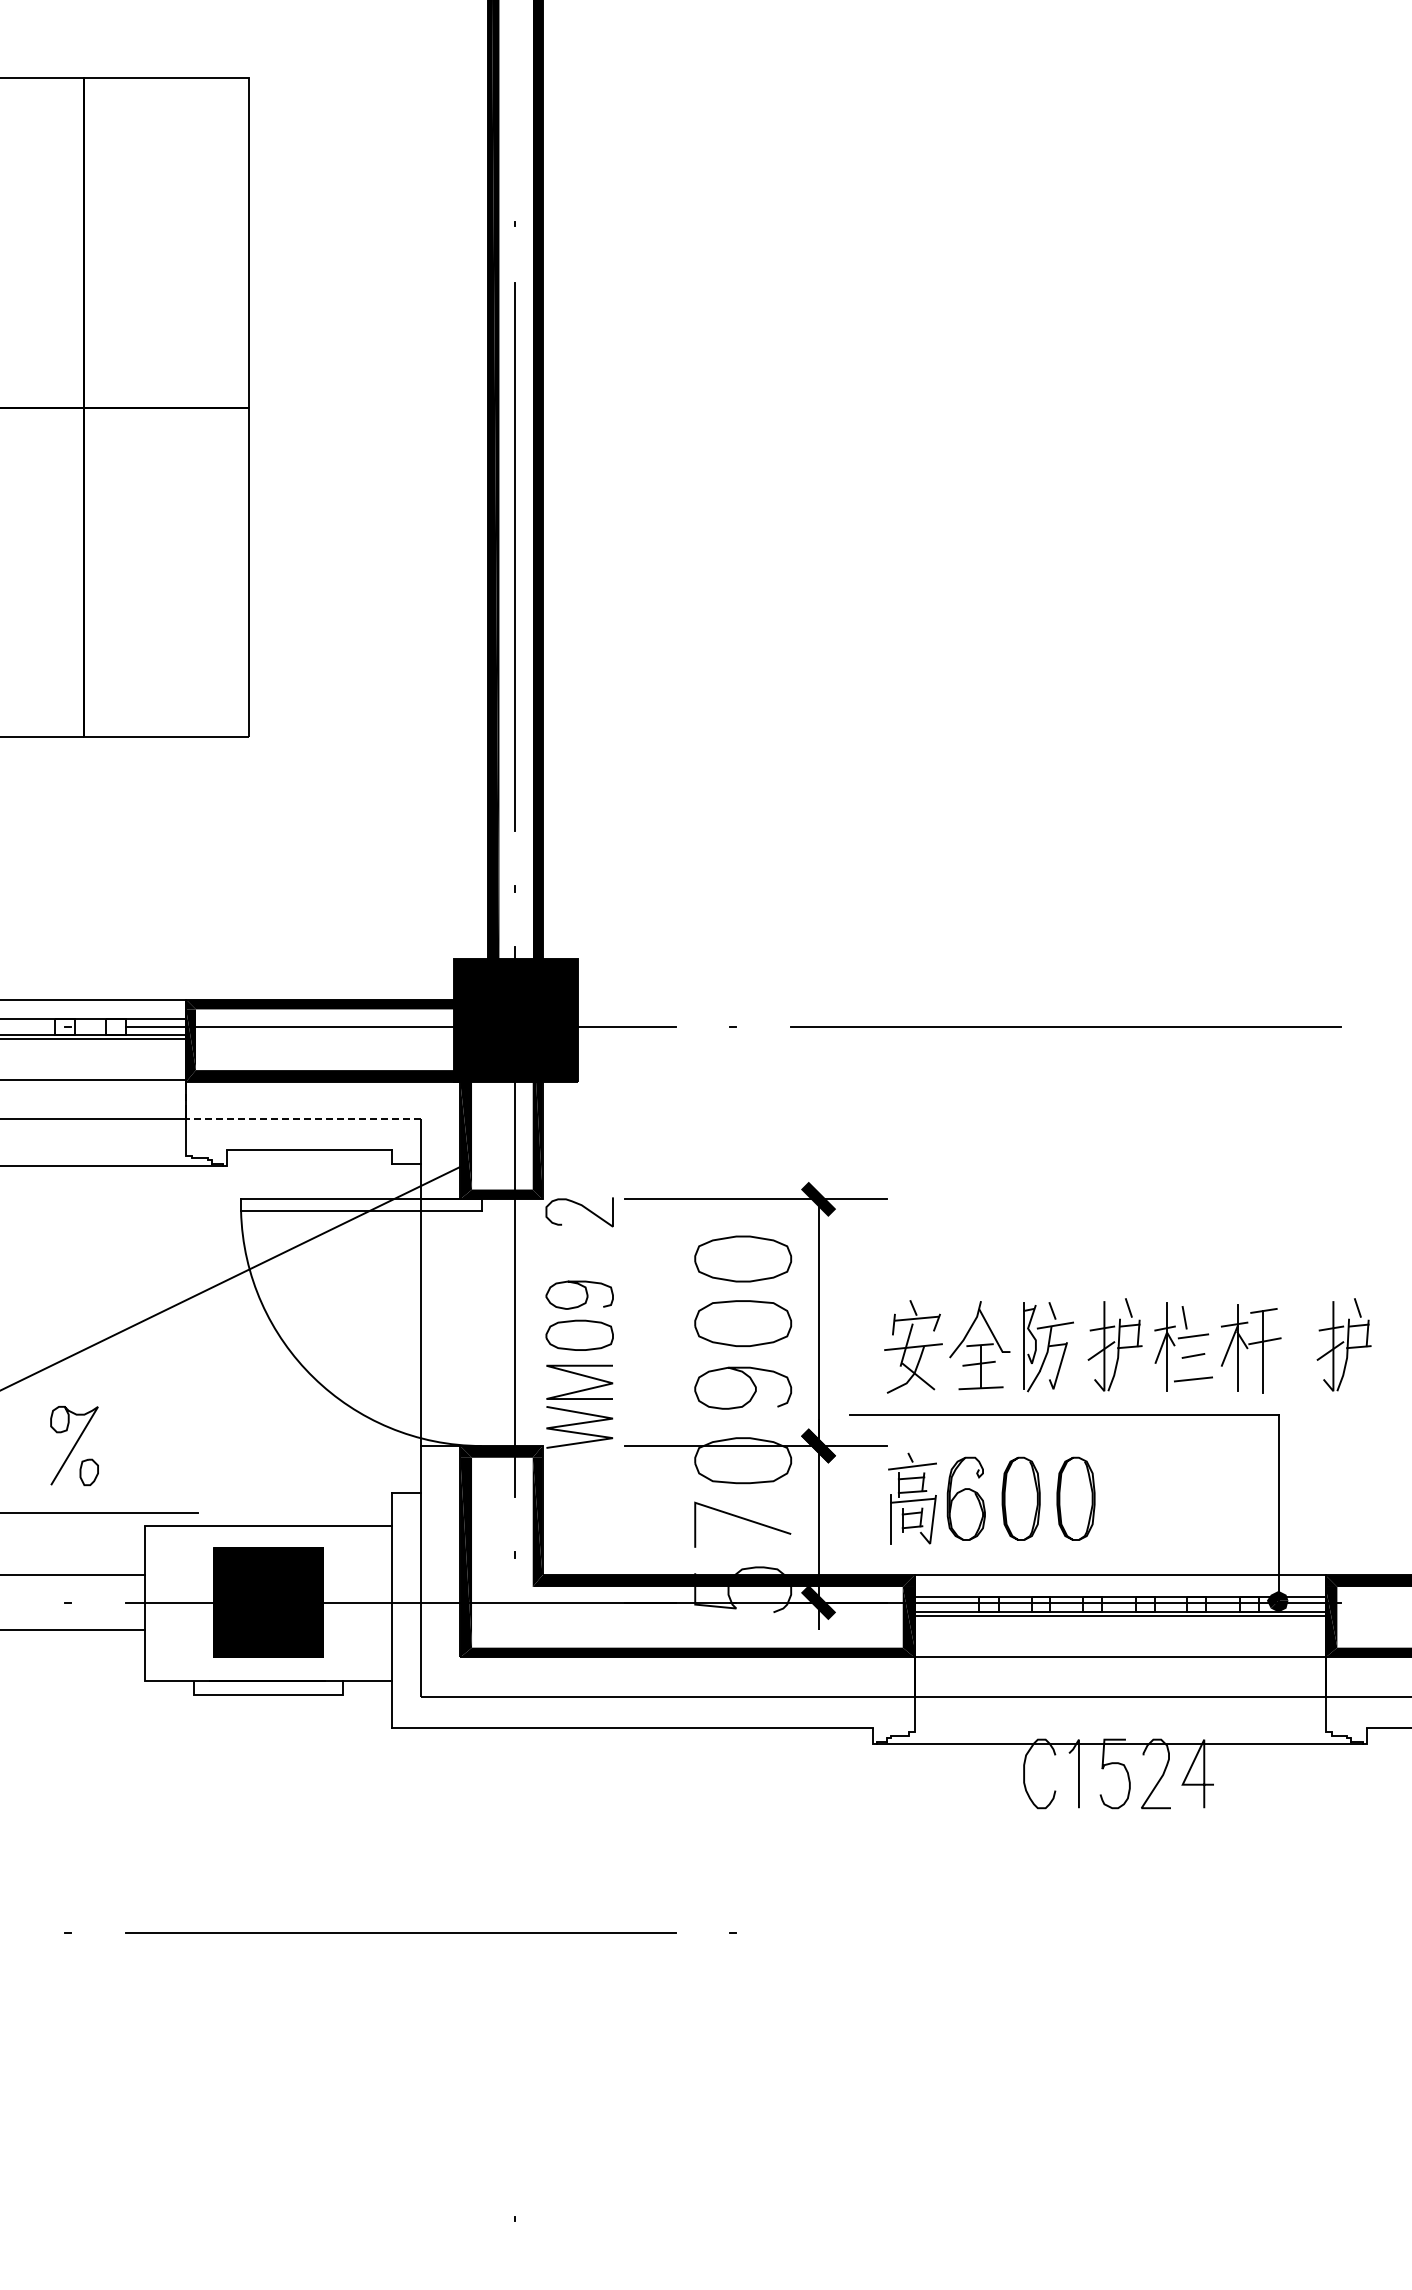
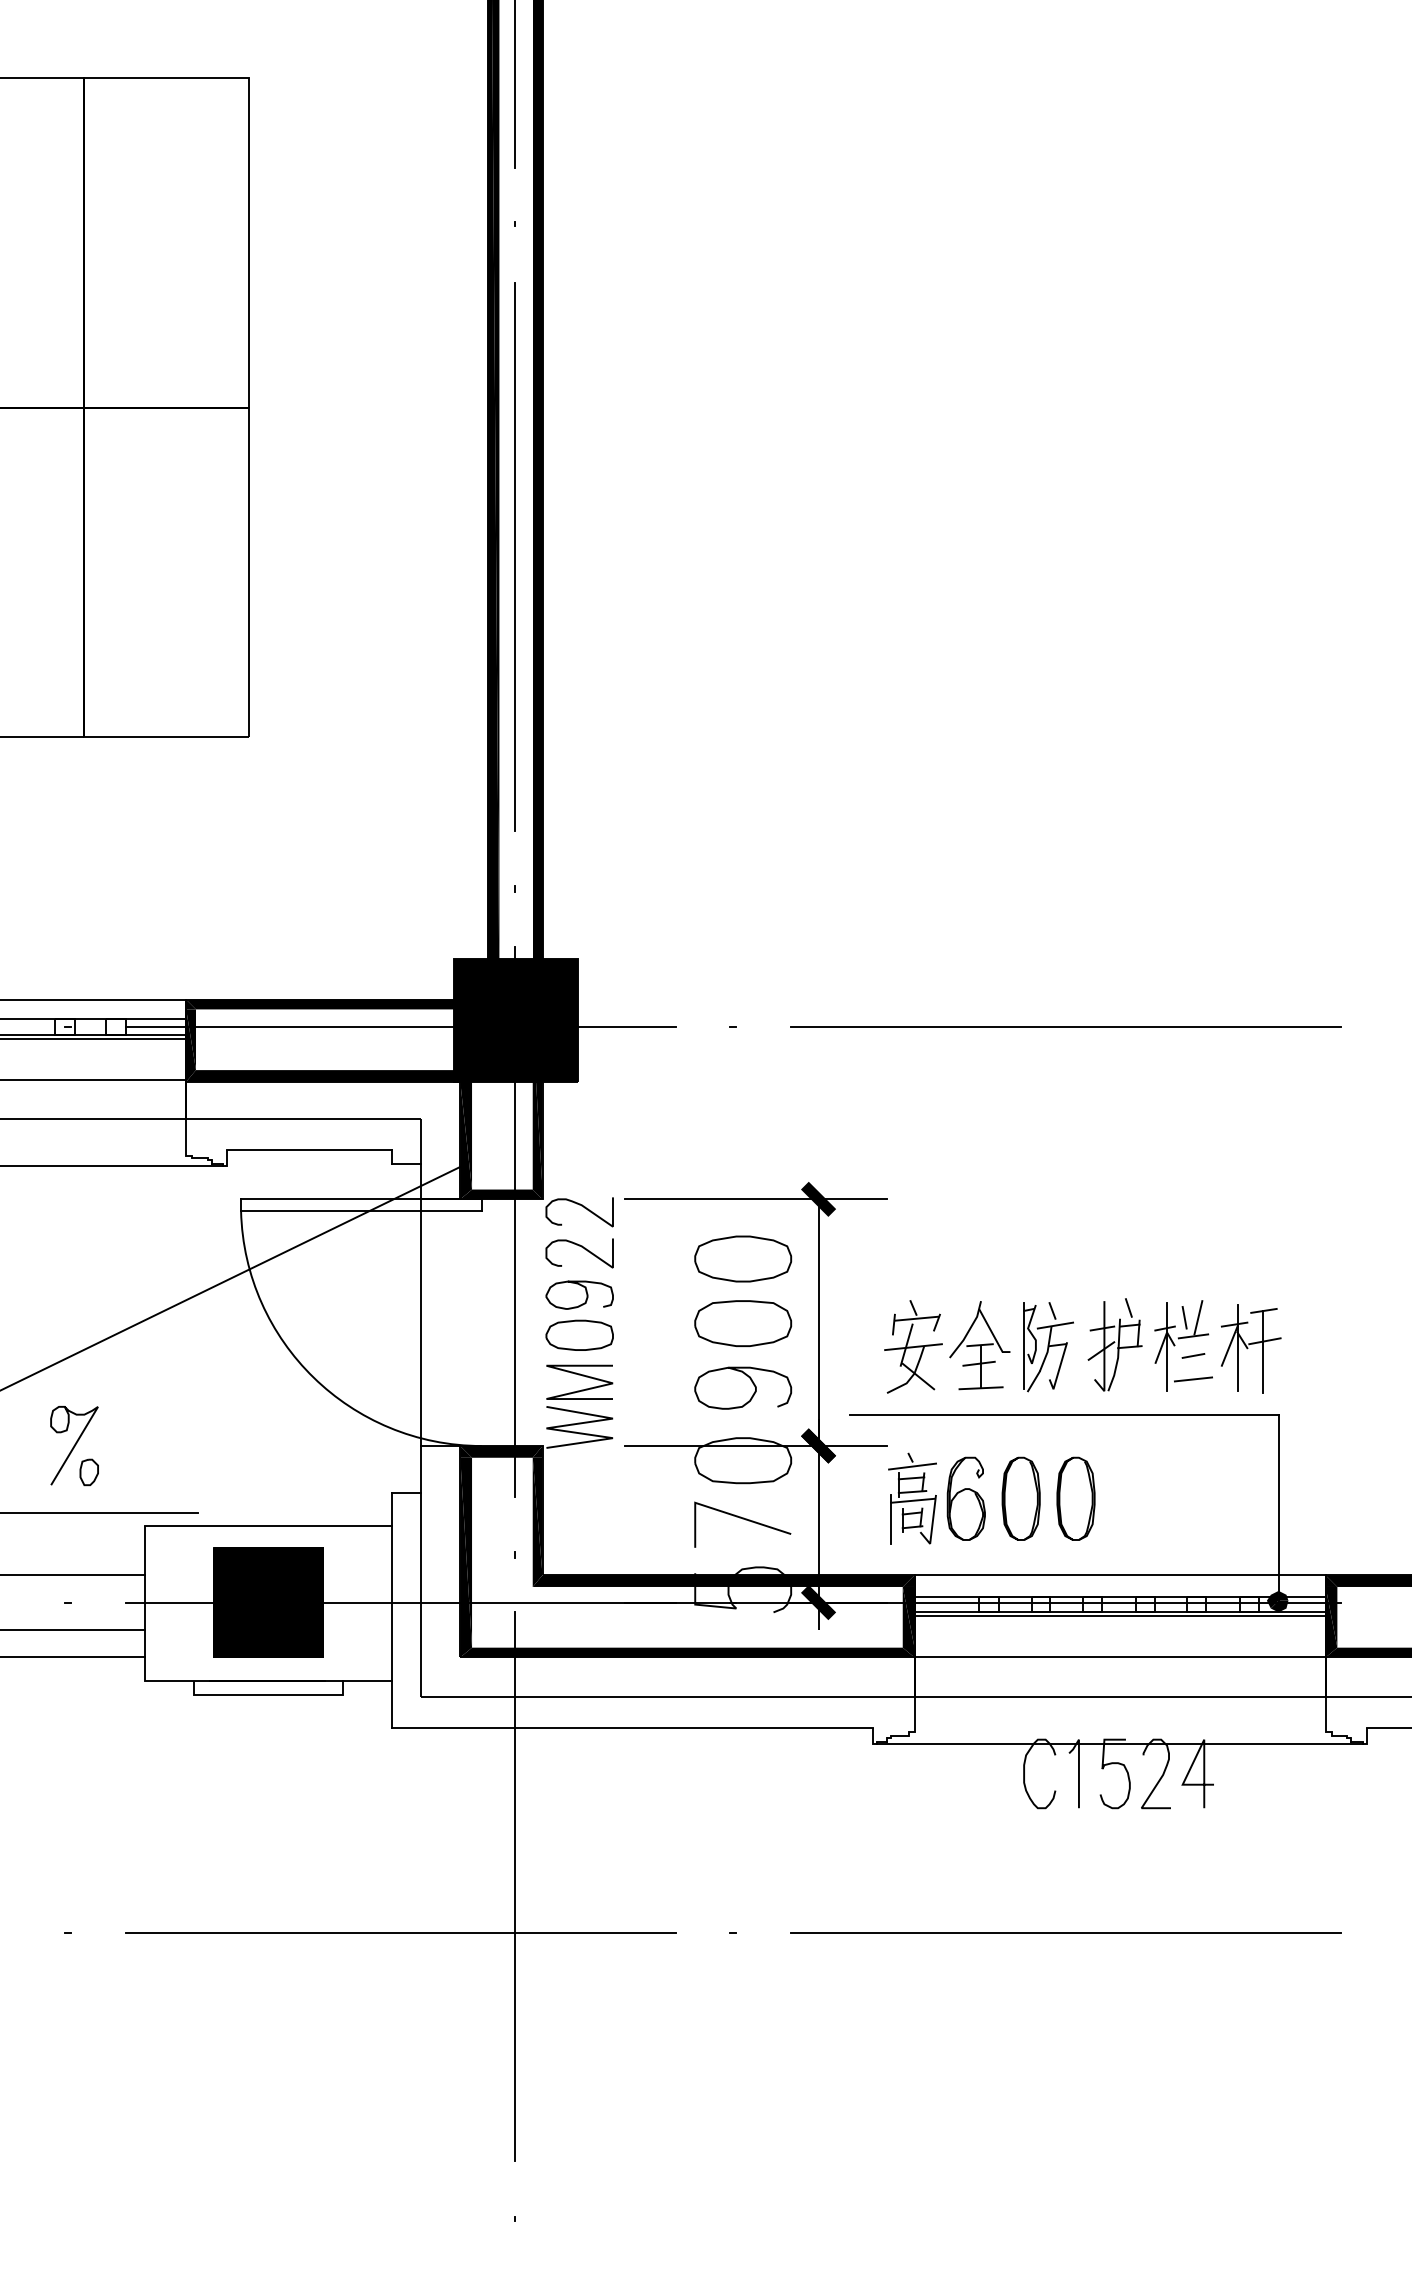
line at (515, 84): none -> present
line at (284, 1119): dashed -> solid
curve at (581, 1247): none -> present
line at (1198, 1317): none -> present
part at (1343, 1344): present -> none
line at (73, 1657): none -> present
line at (515, 1886): none -> present
line at (1066, 1933): none -> present
